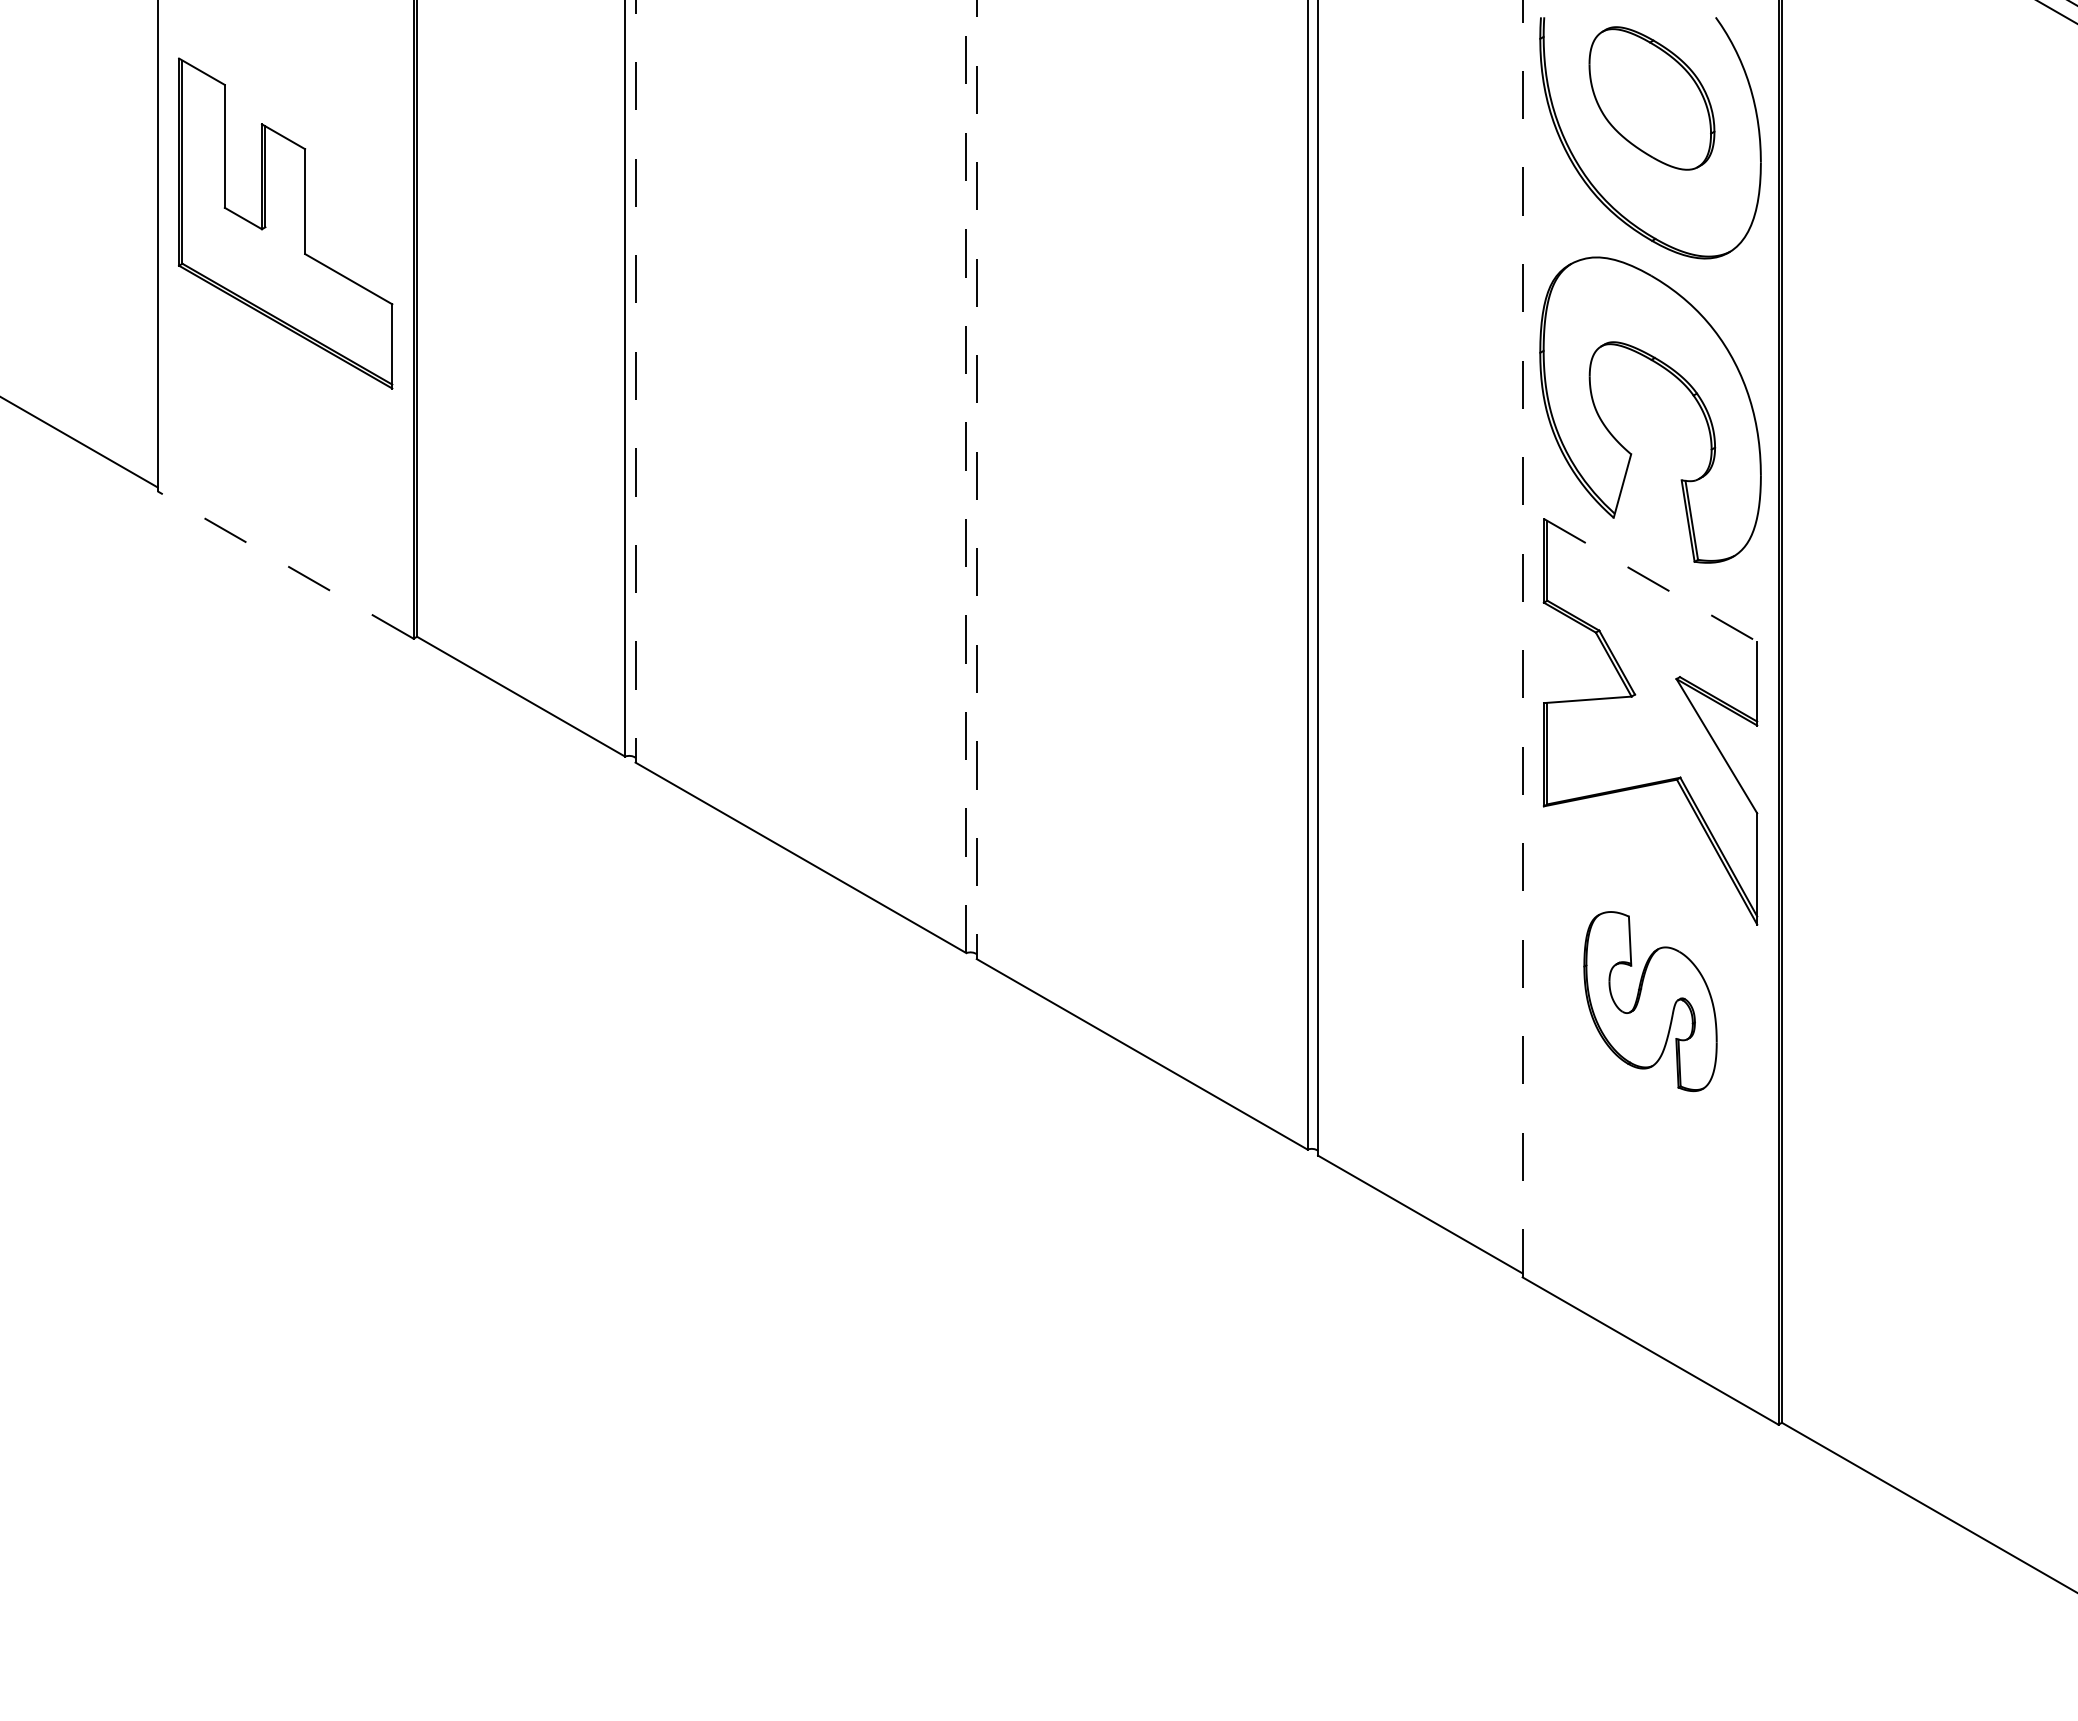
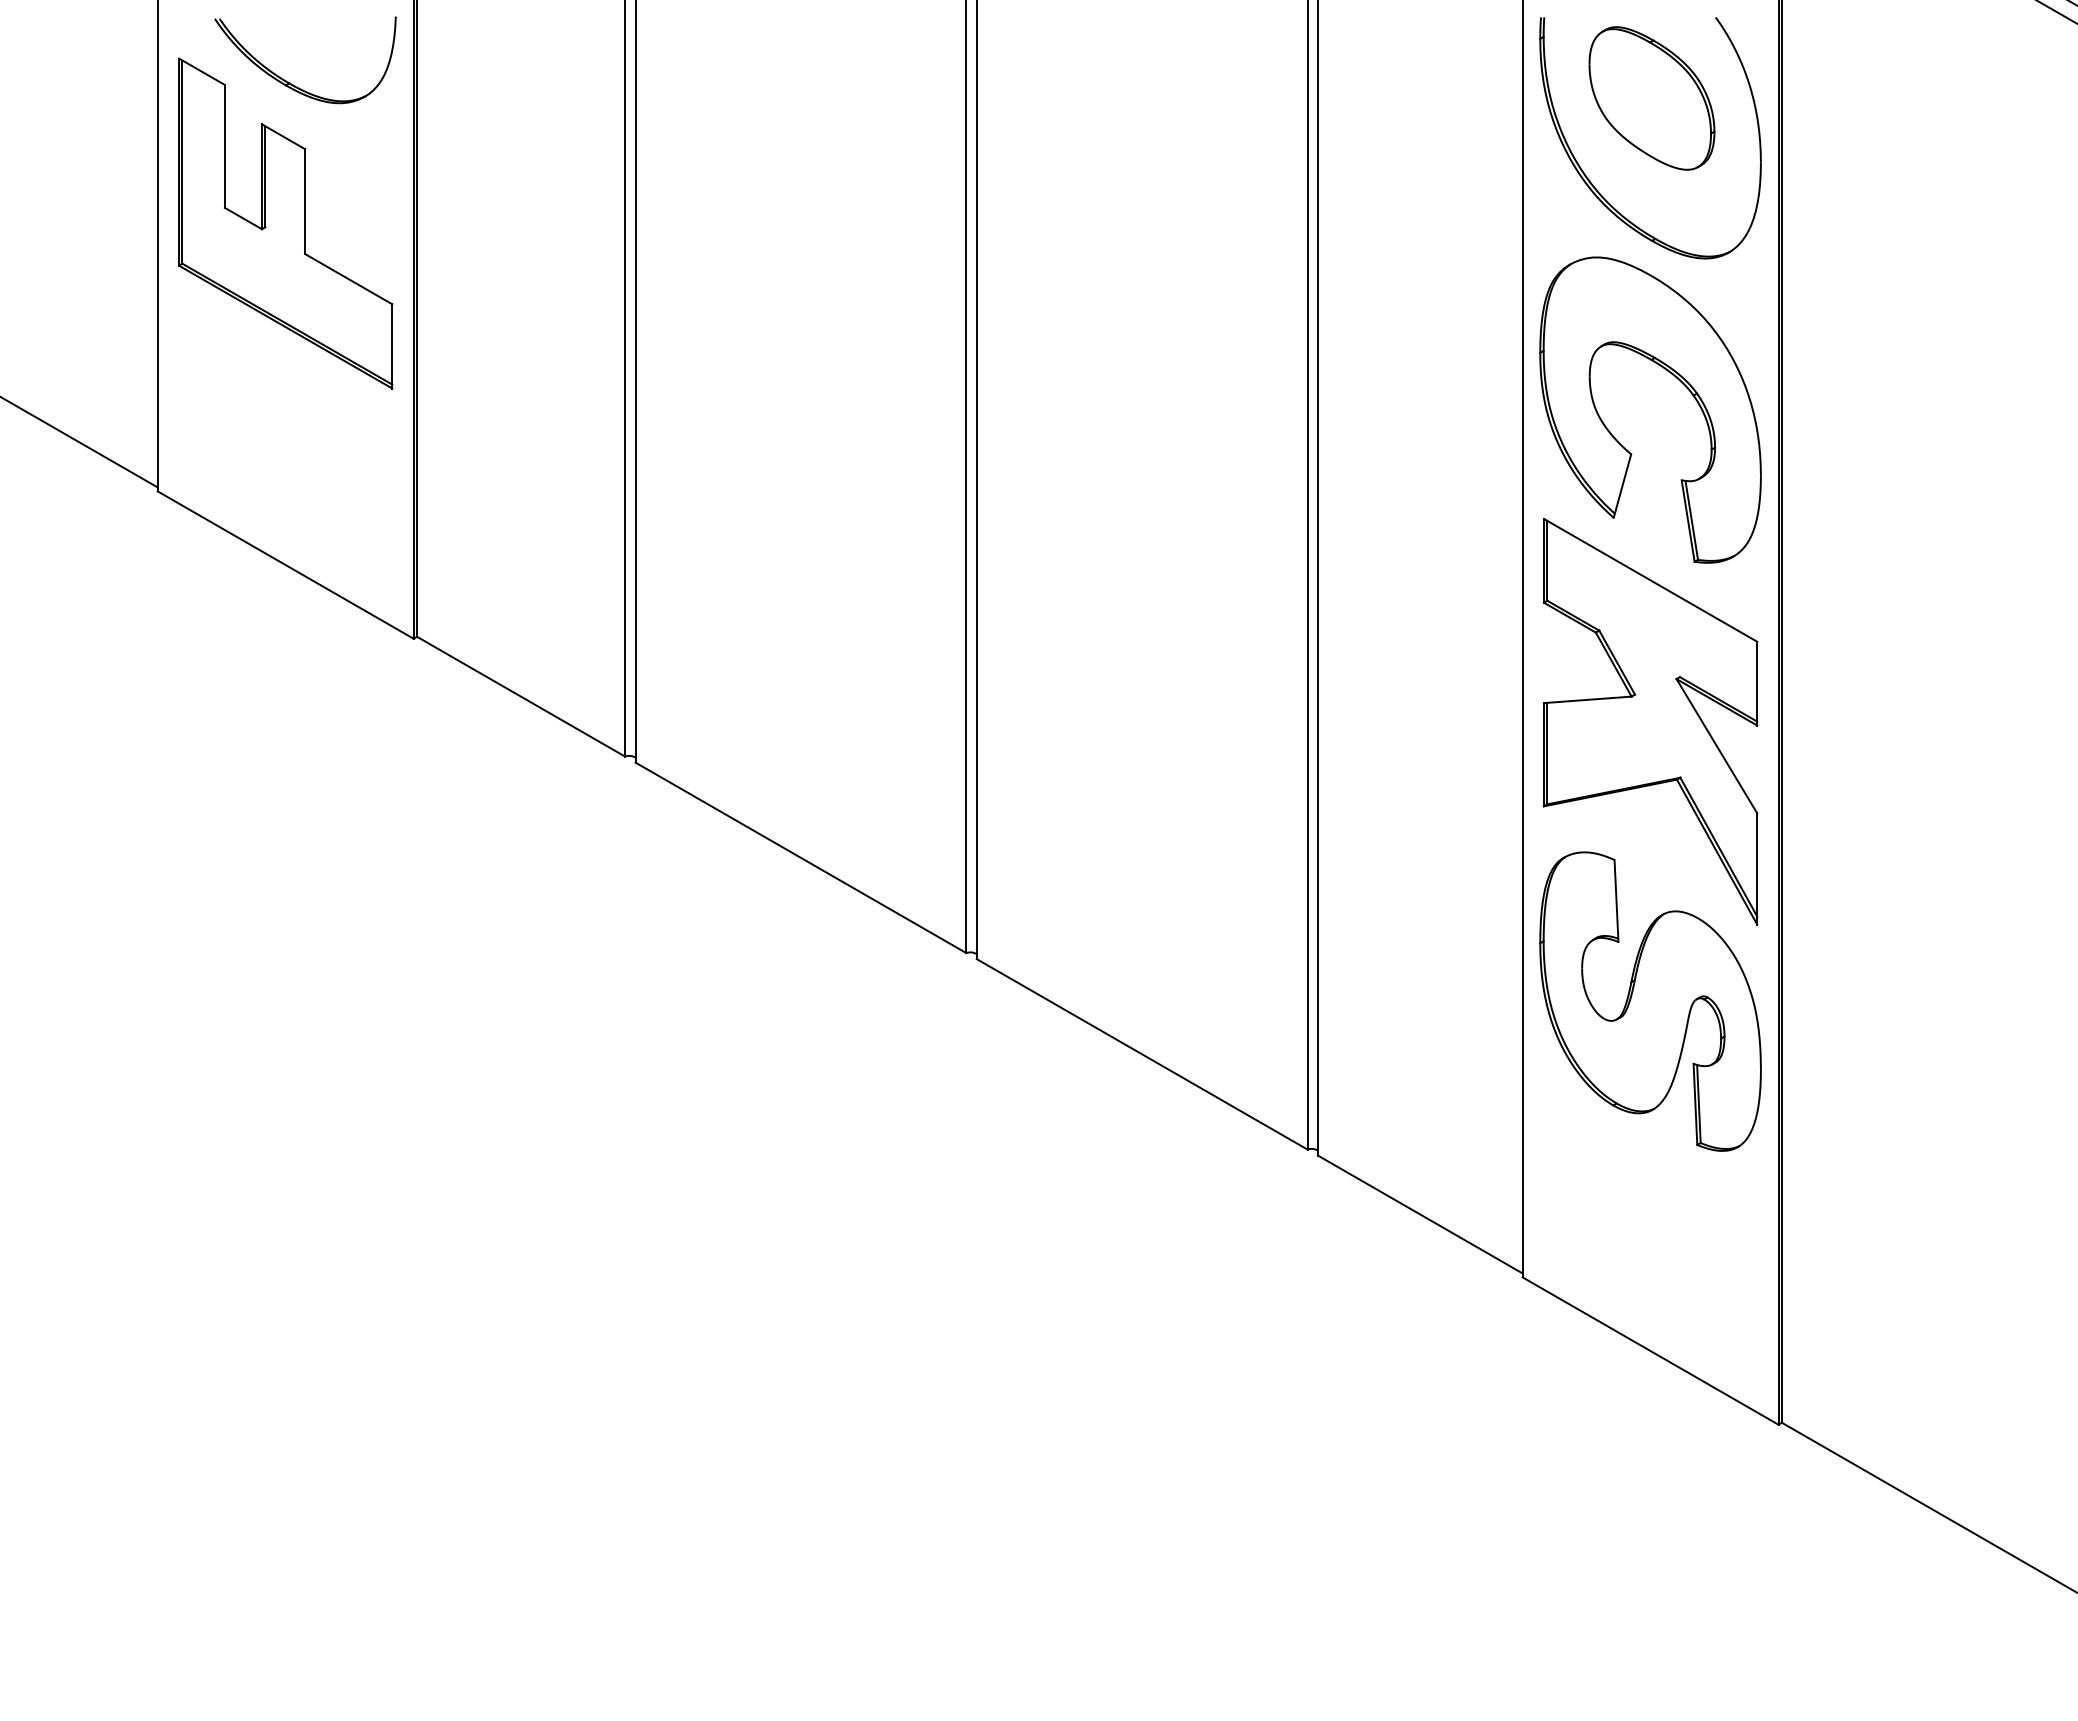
part at (293, 84): none -> present
line at (635, 381): dashed -> solid
line at (966, 476): dashed -> solid
line at (976, 480): dashed -> solid
line at (285, 565): dashed -> solid
line at (1651, 580): dashed -> solid
line at (1522, 638): dashed -> solid
part at (1650, 1001) size: 135x182 px -> 223x301 px
